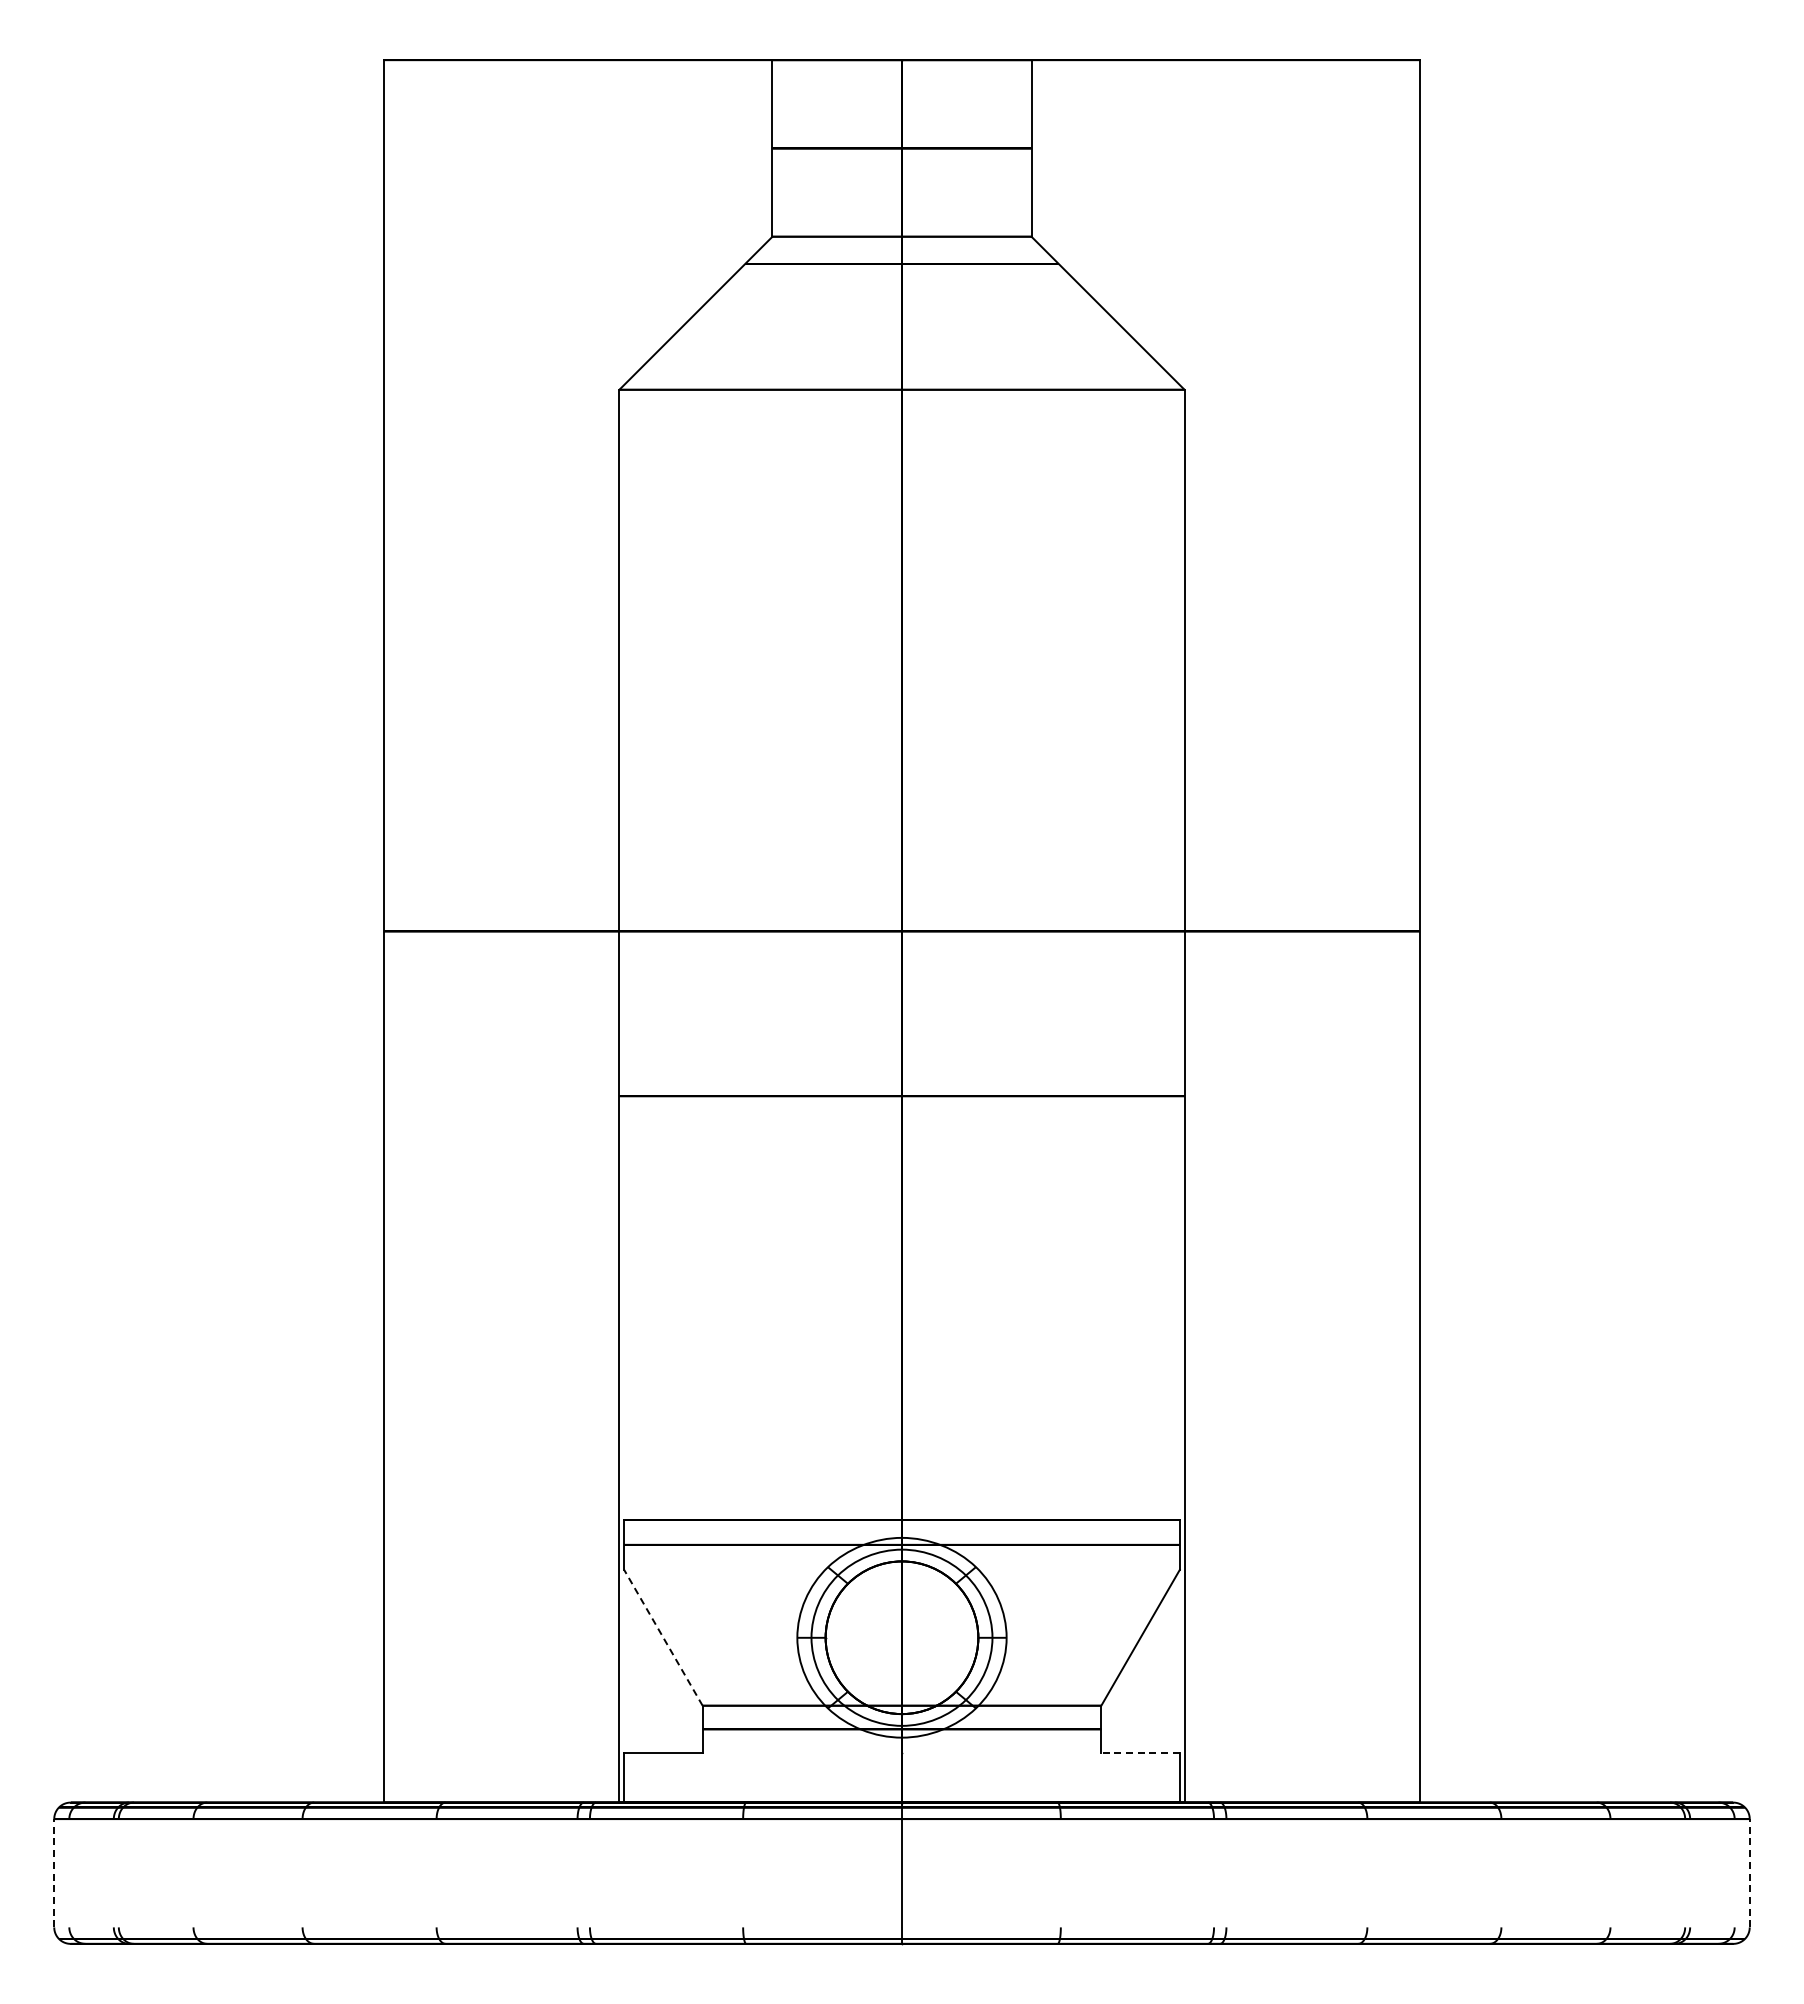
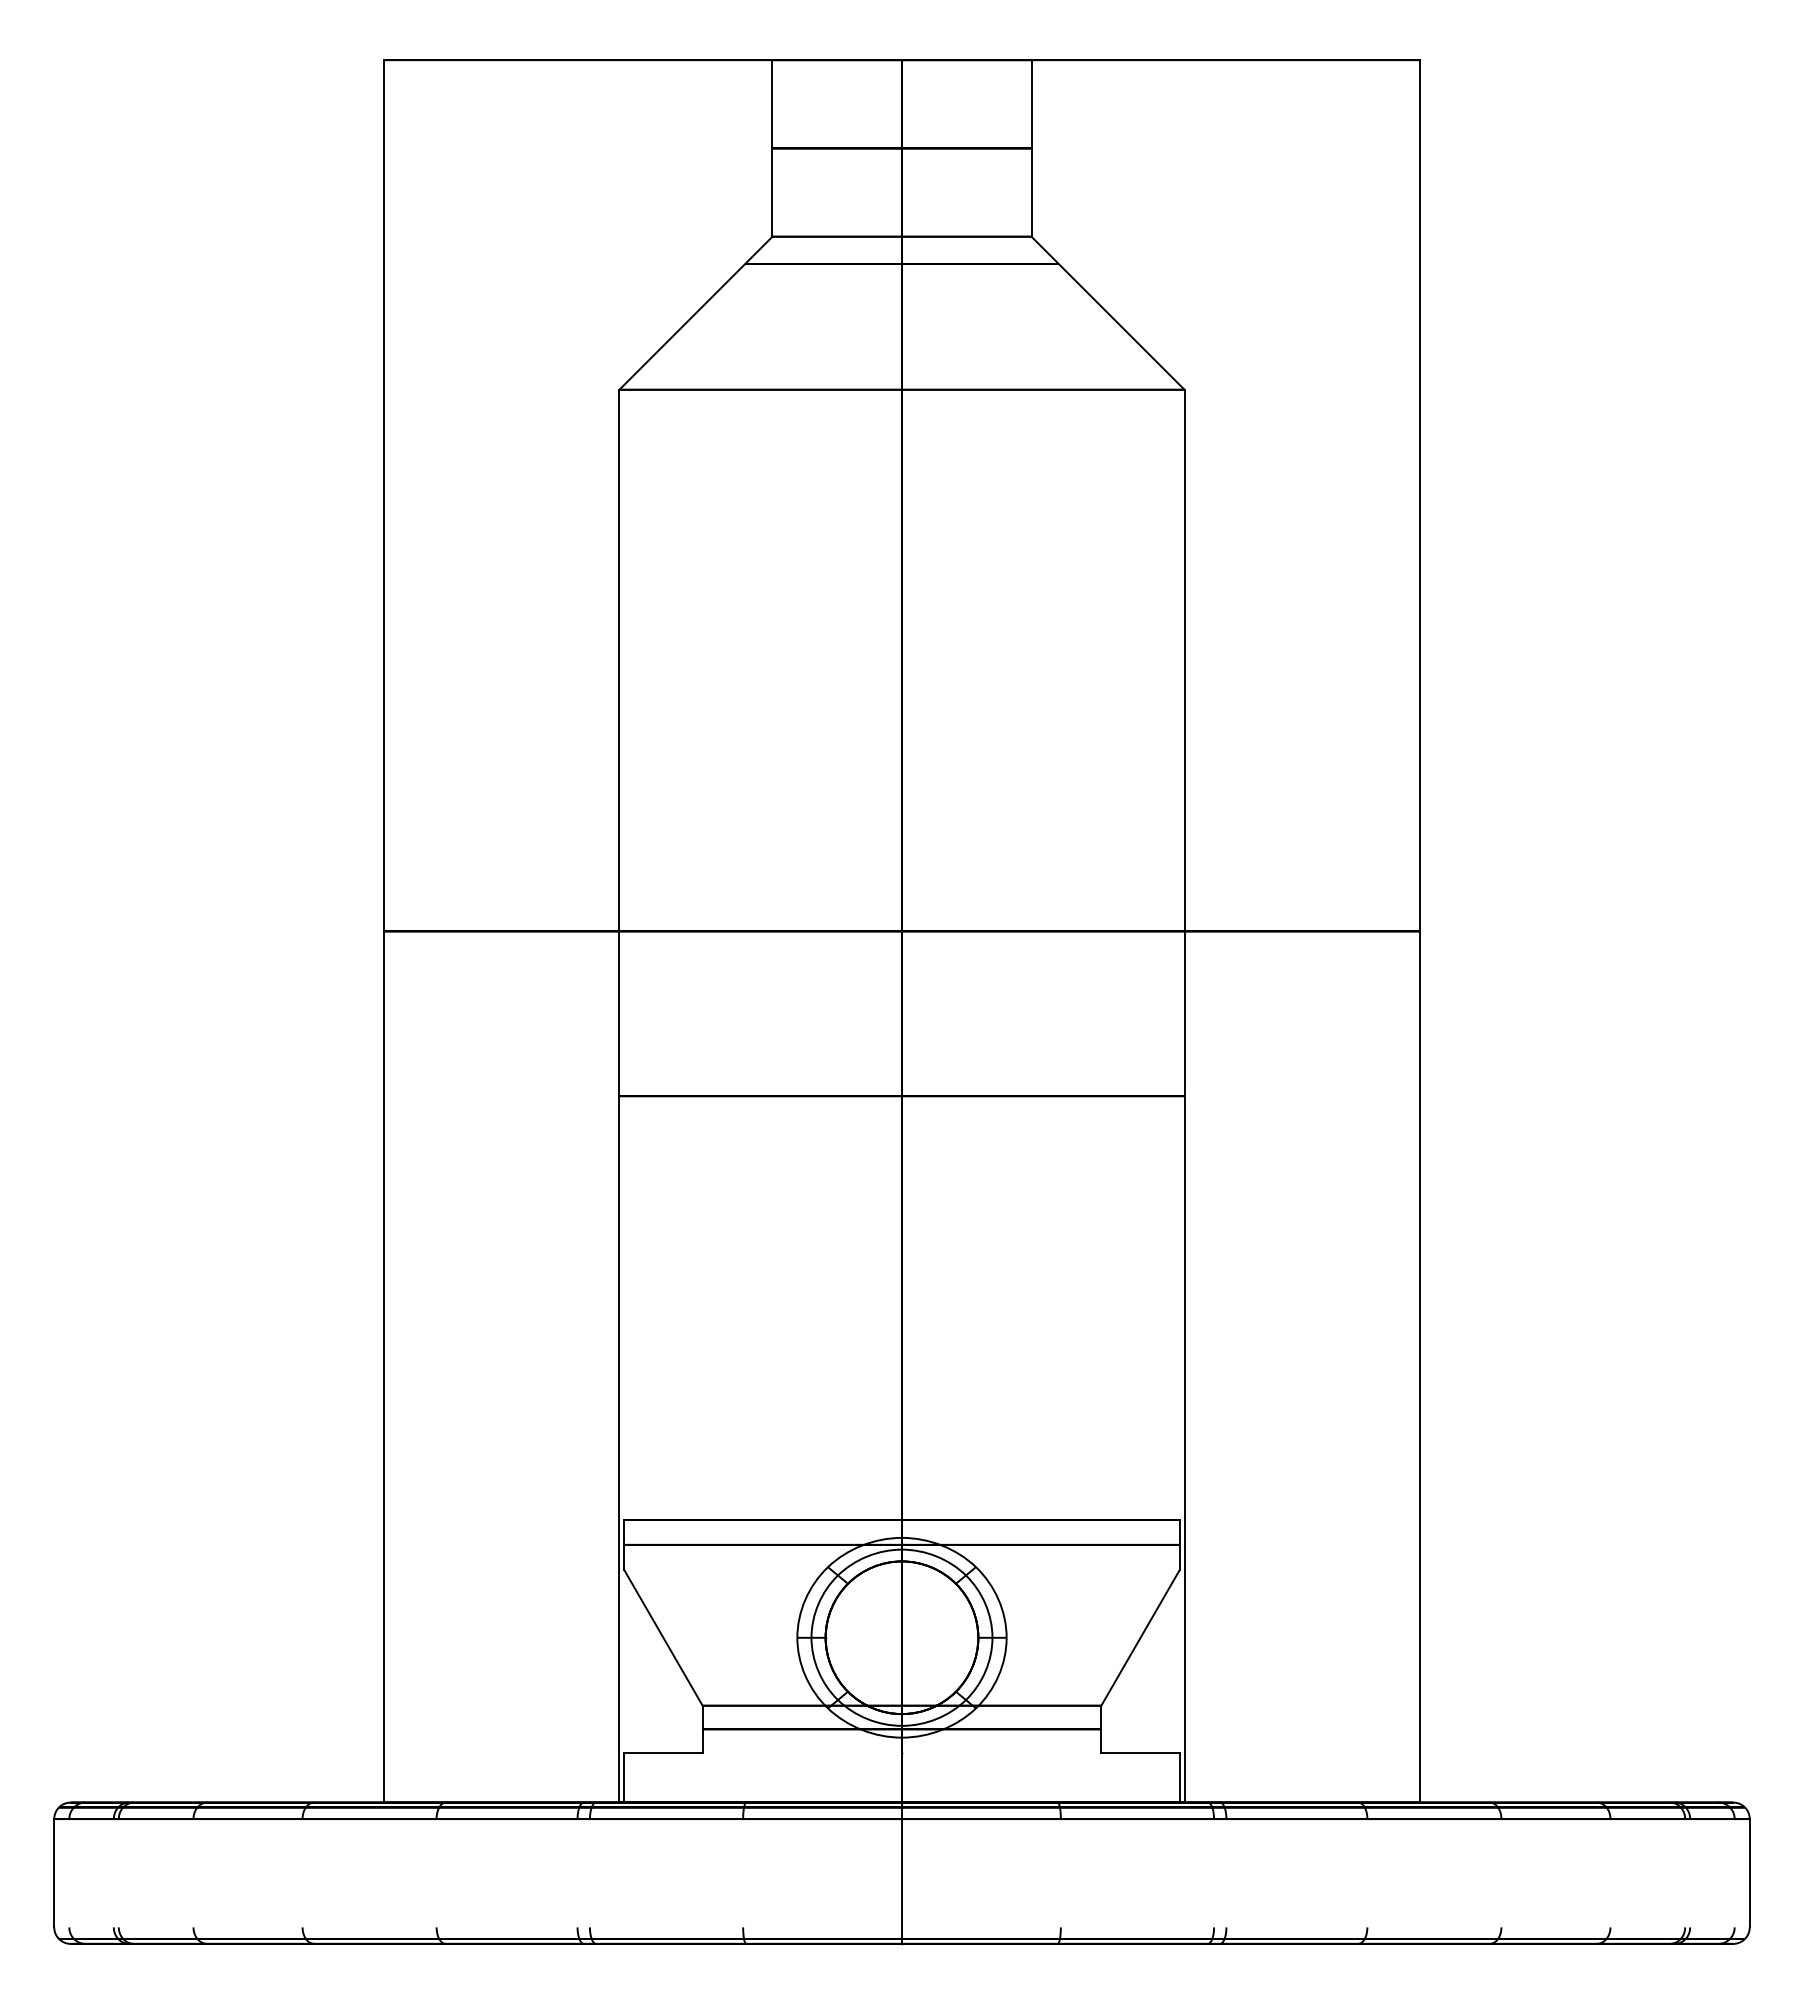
line at (663, 1637): dashed -> solid
line at (1140, 1752): dashed -> solid
line at (54, 1872): dashed -> solid
line at (1749, 1872): dashed -> solid
